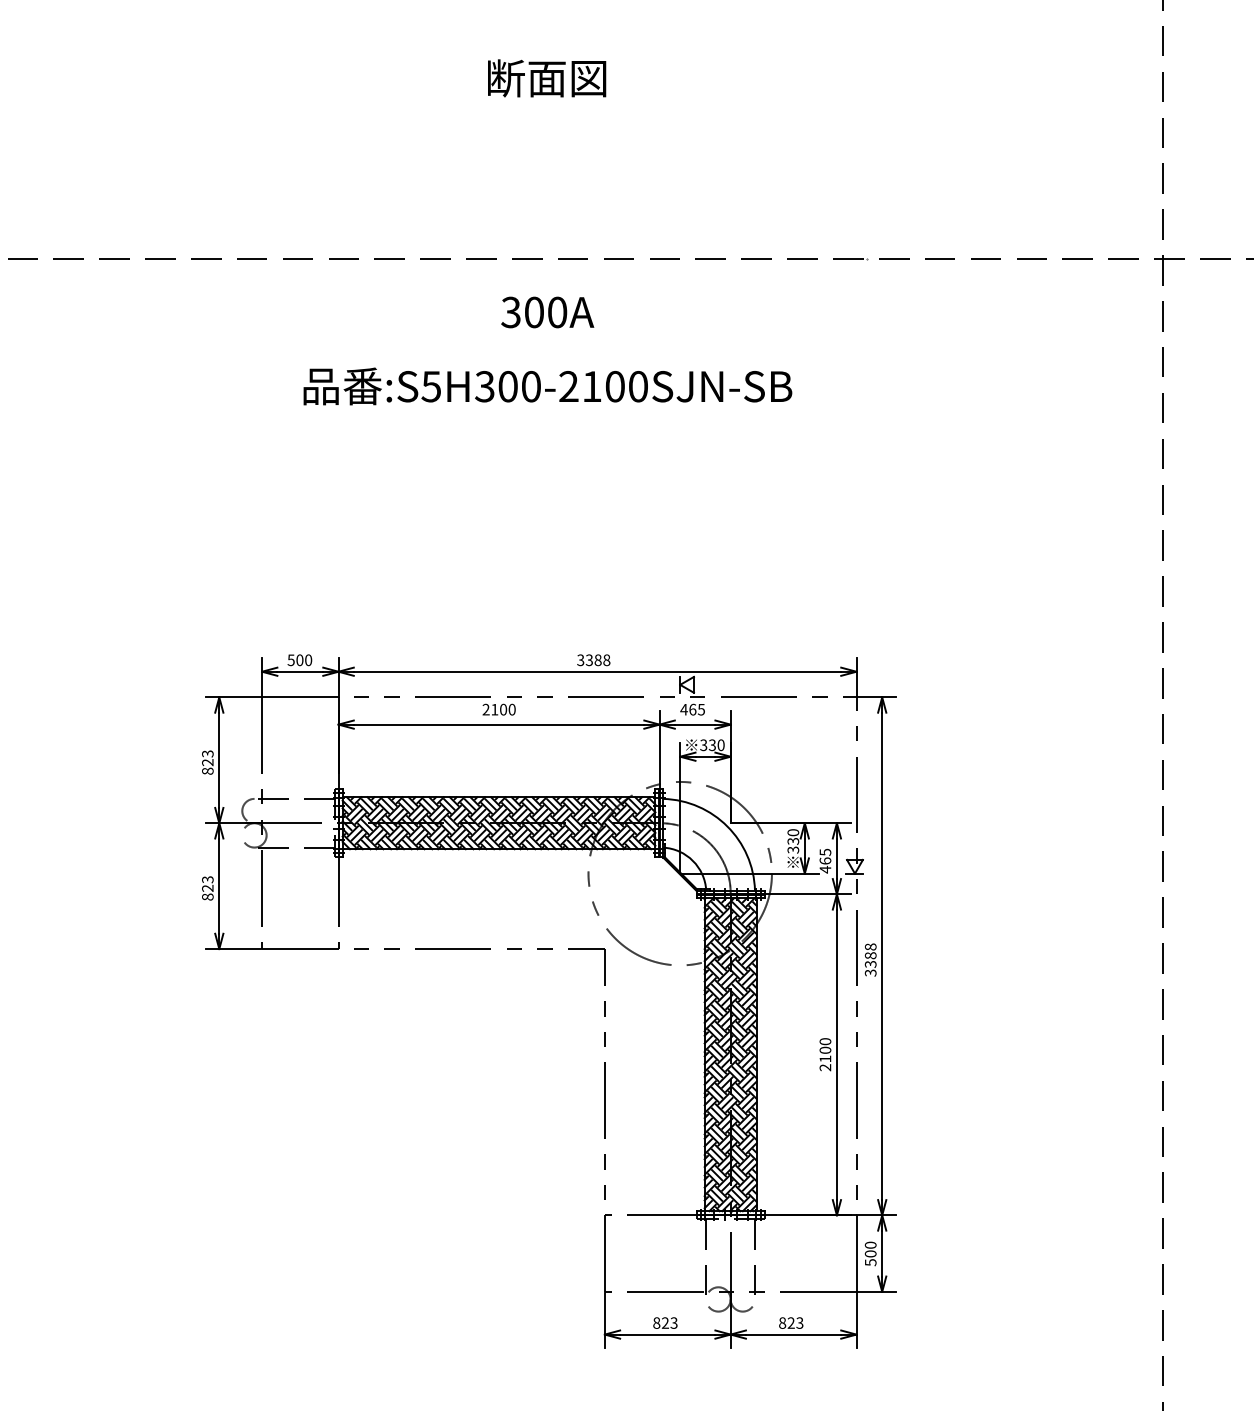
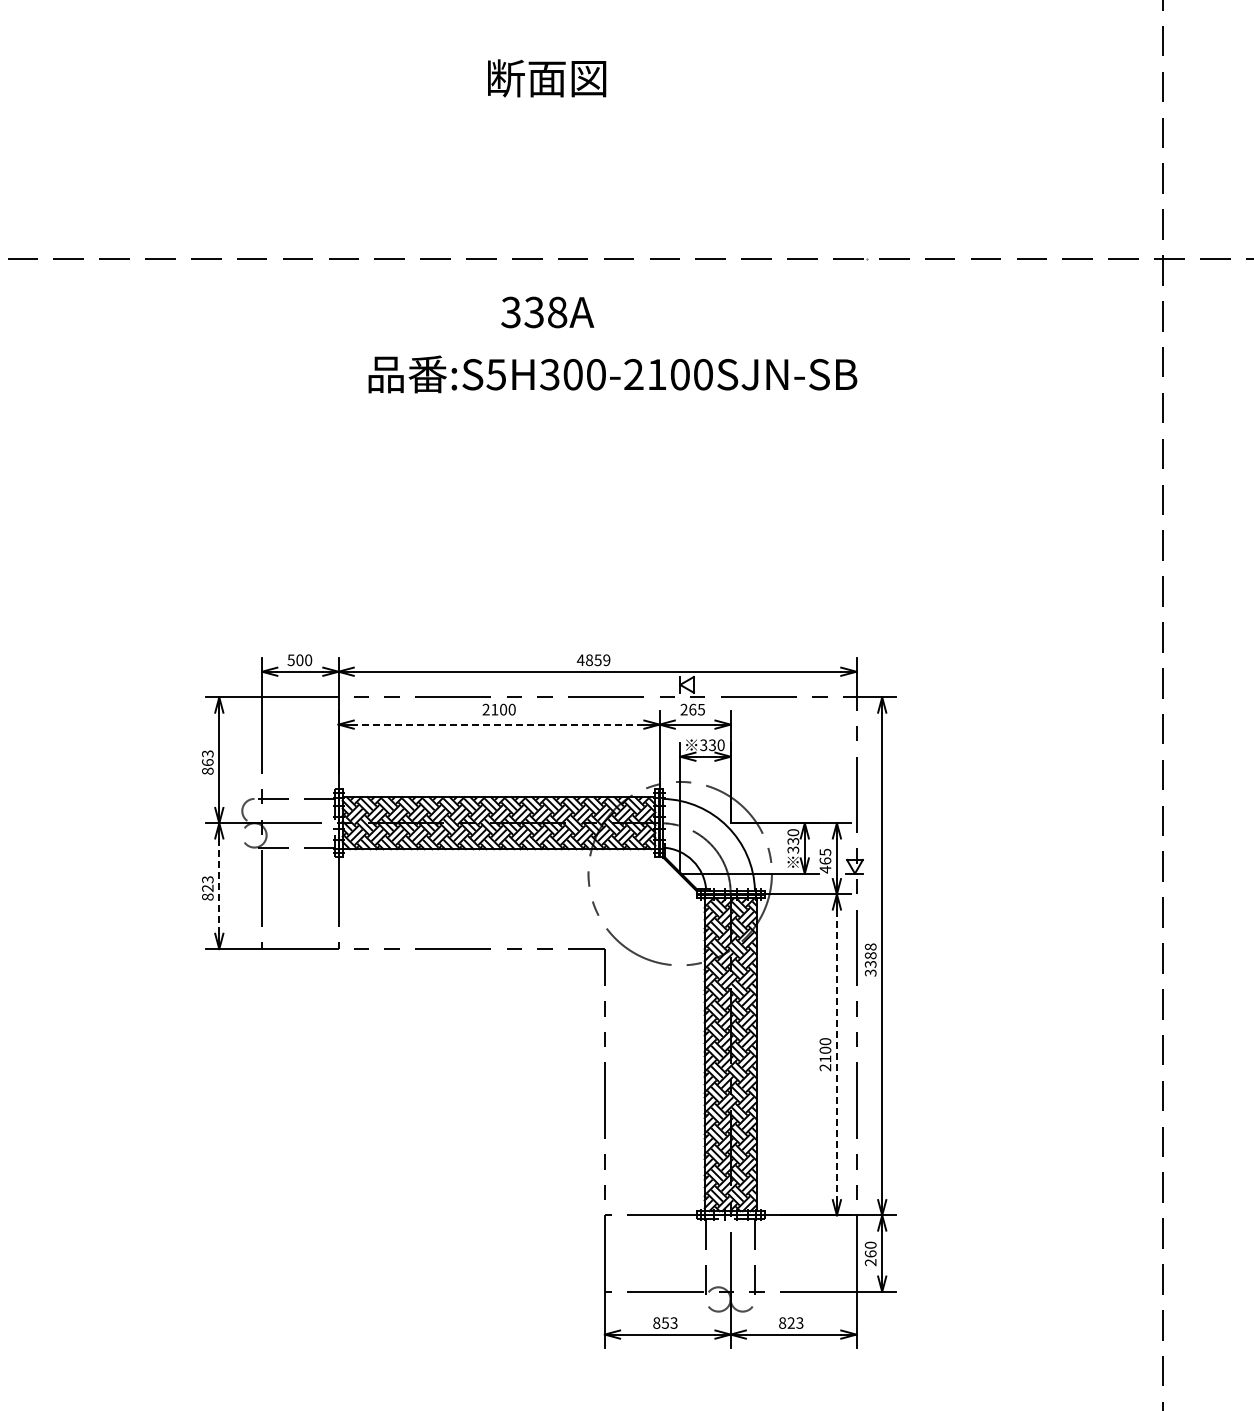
text at (545, 312): 300A -> 338A
text at (547, 386) position: (547, 386) -> (612, 374)
text at (593, 660): 3388 -> 4859
text at (683, 709): 465 -> 265
line at (498, 724): solid -> dashed
text at (207, 762): 823 -> 863
line at (219, 886): solid -> dashed
line at (836, 1055): solid -> dashed
text at (870, 1258): 500 -> 260
text at (664, 1322): 823 -> 853
